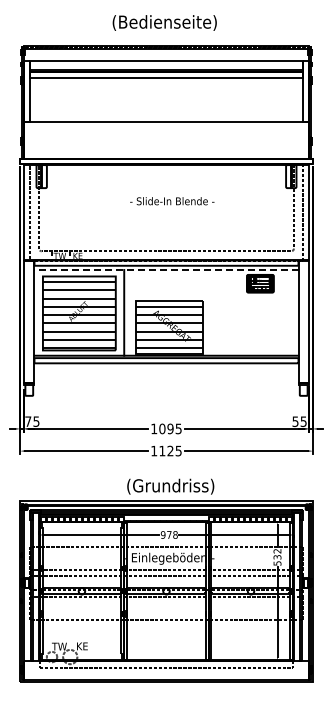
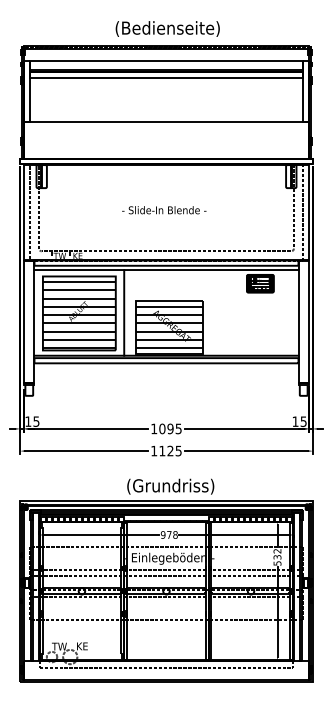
text at (164, 22) position: (164, 22) -> (167, 28)
text at (172, 201) position: (172, 201) -> (164, 210)
line at (166, 270): dashed -> solid
text at (28, 421): 75 -> 15
text at (295, 421): 55 -> 15
